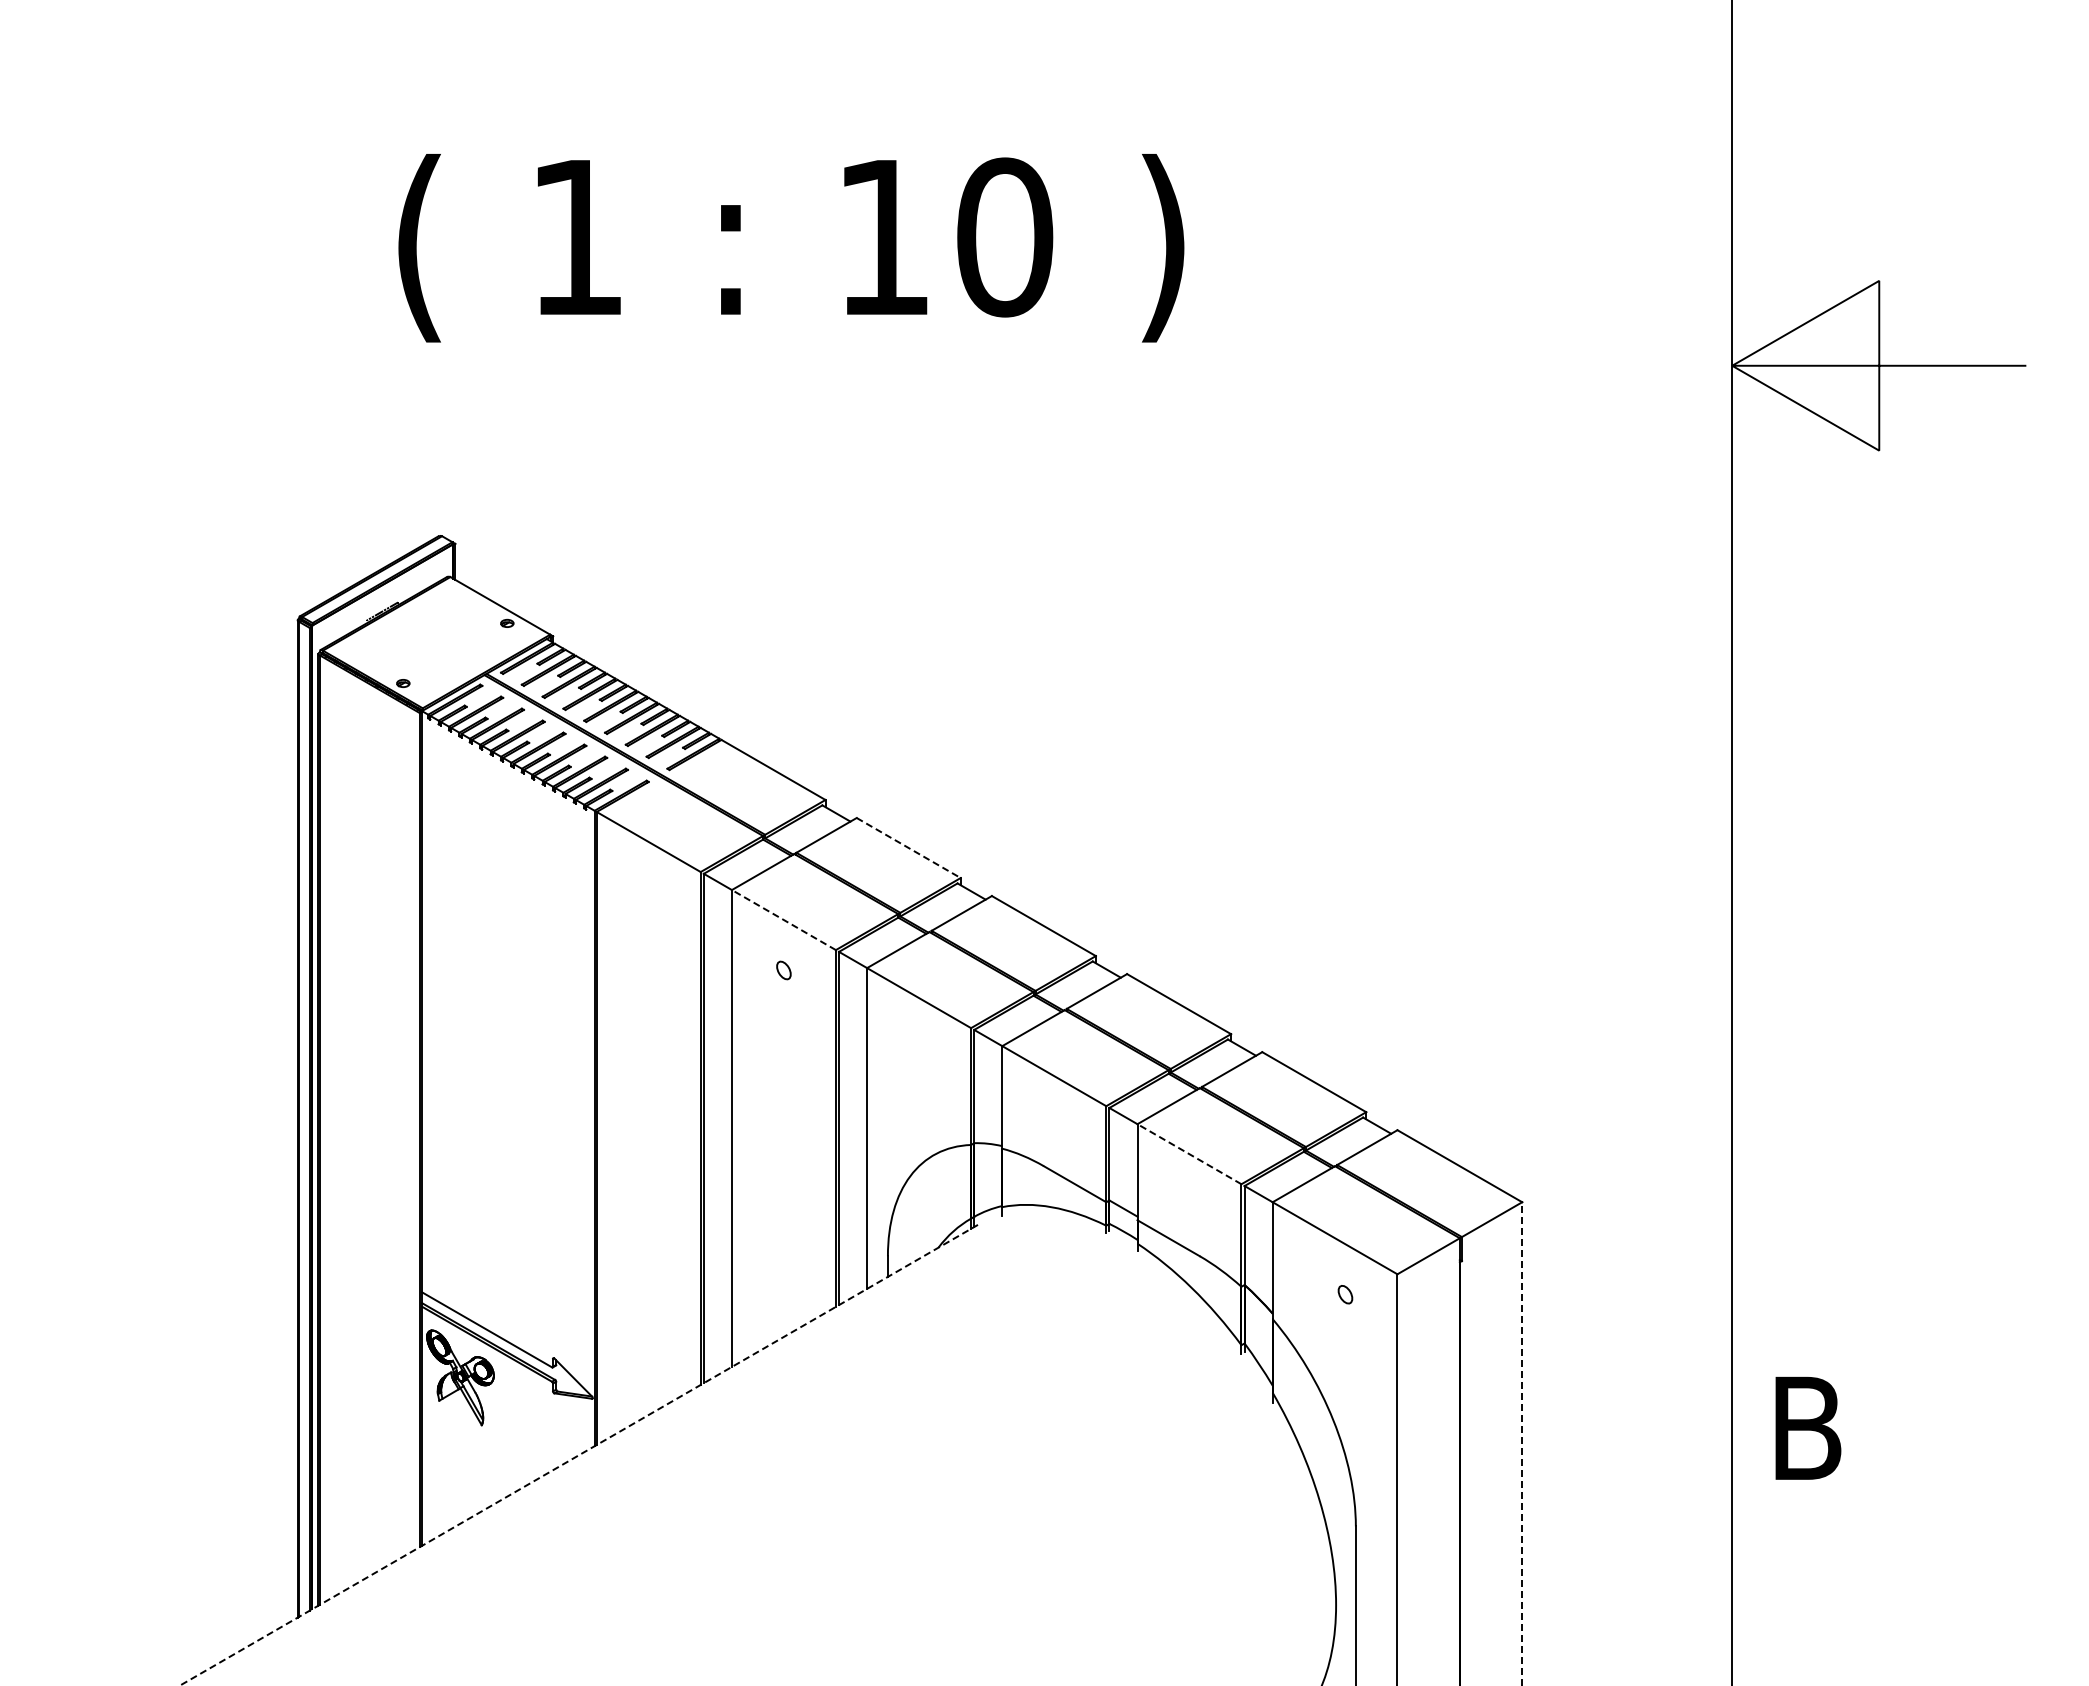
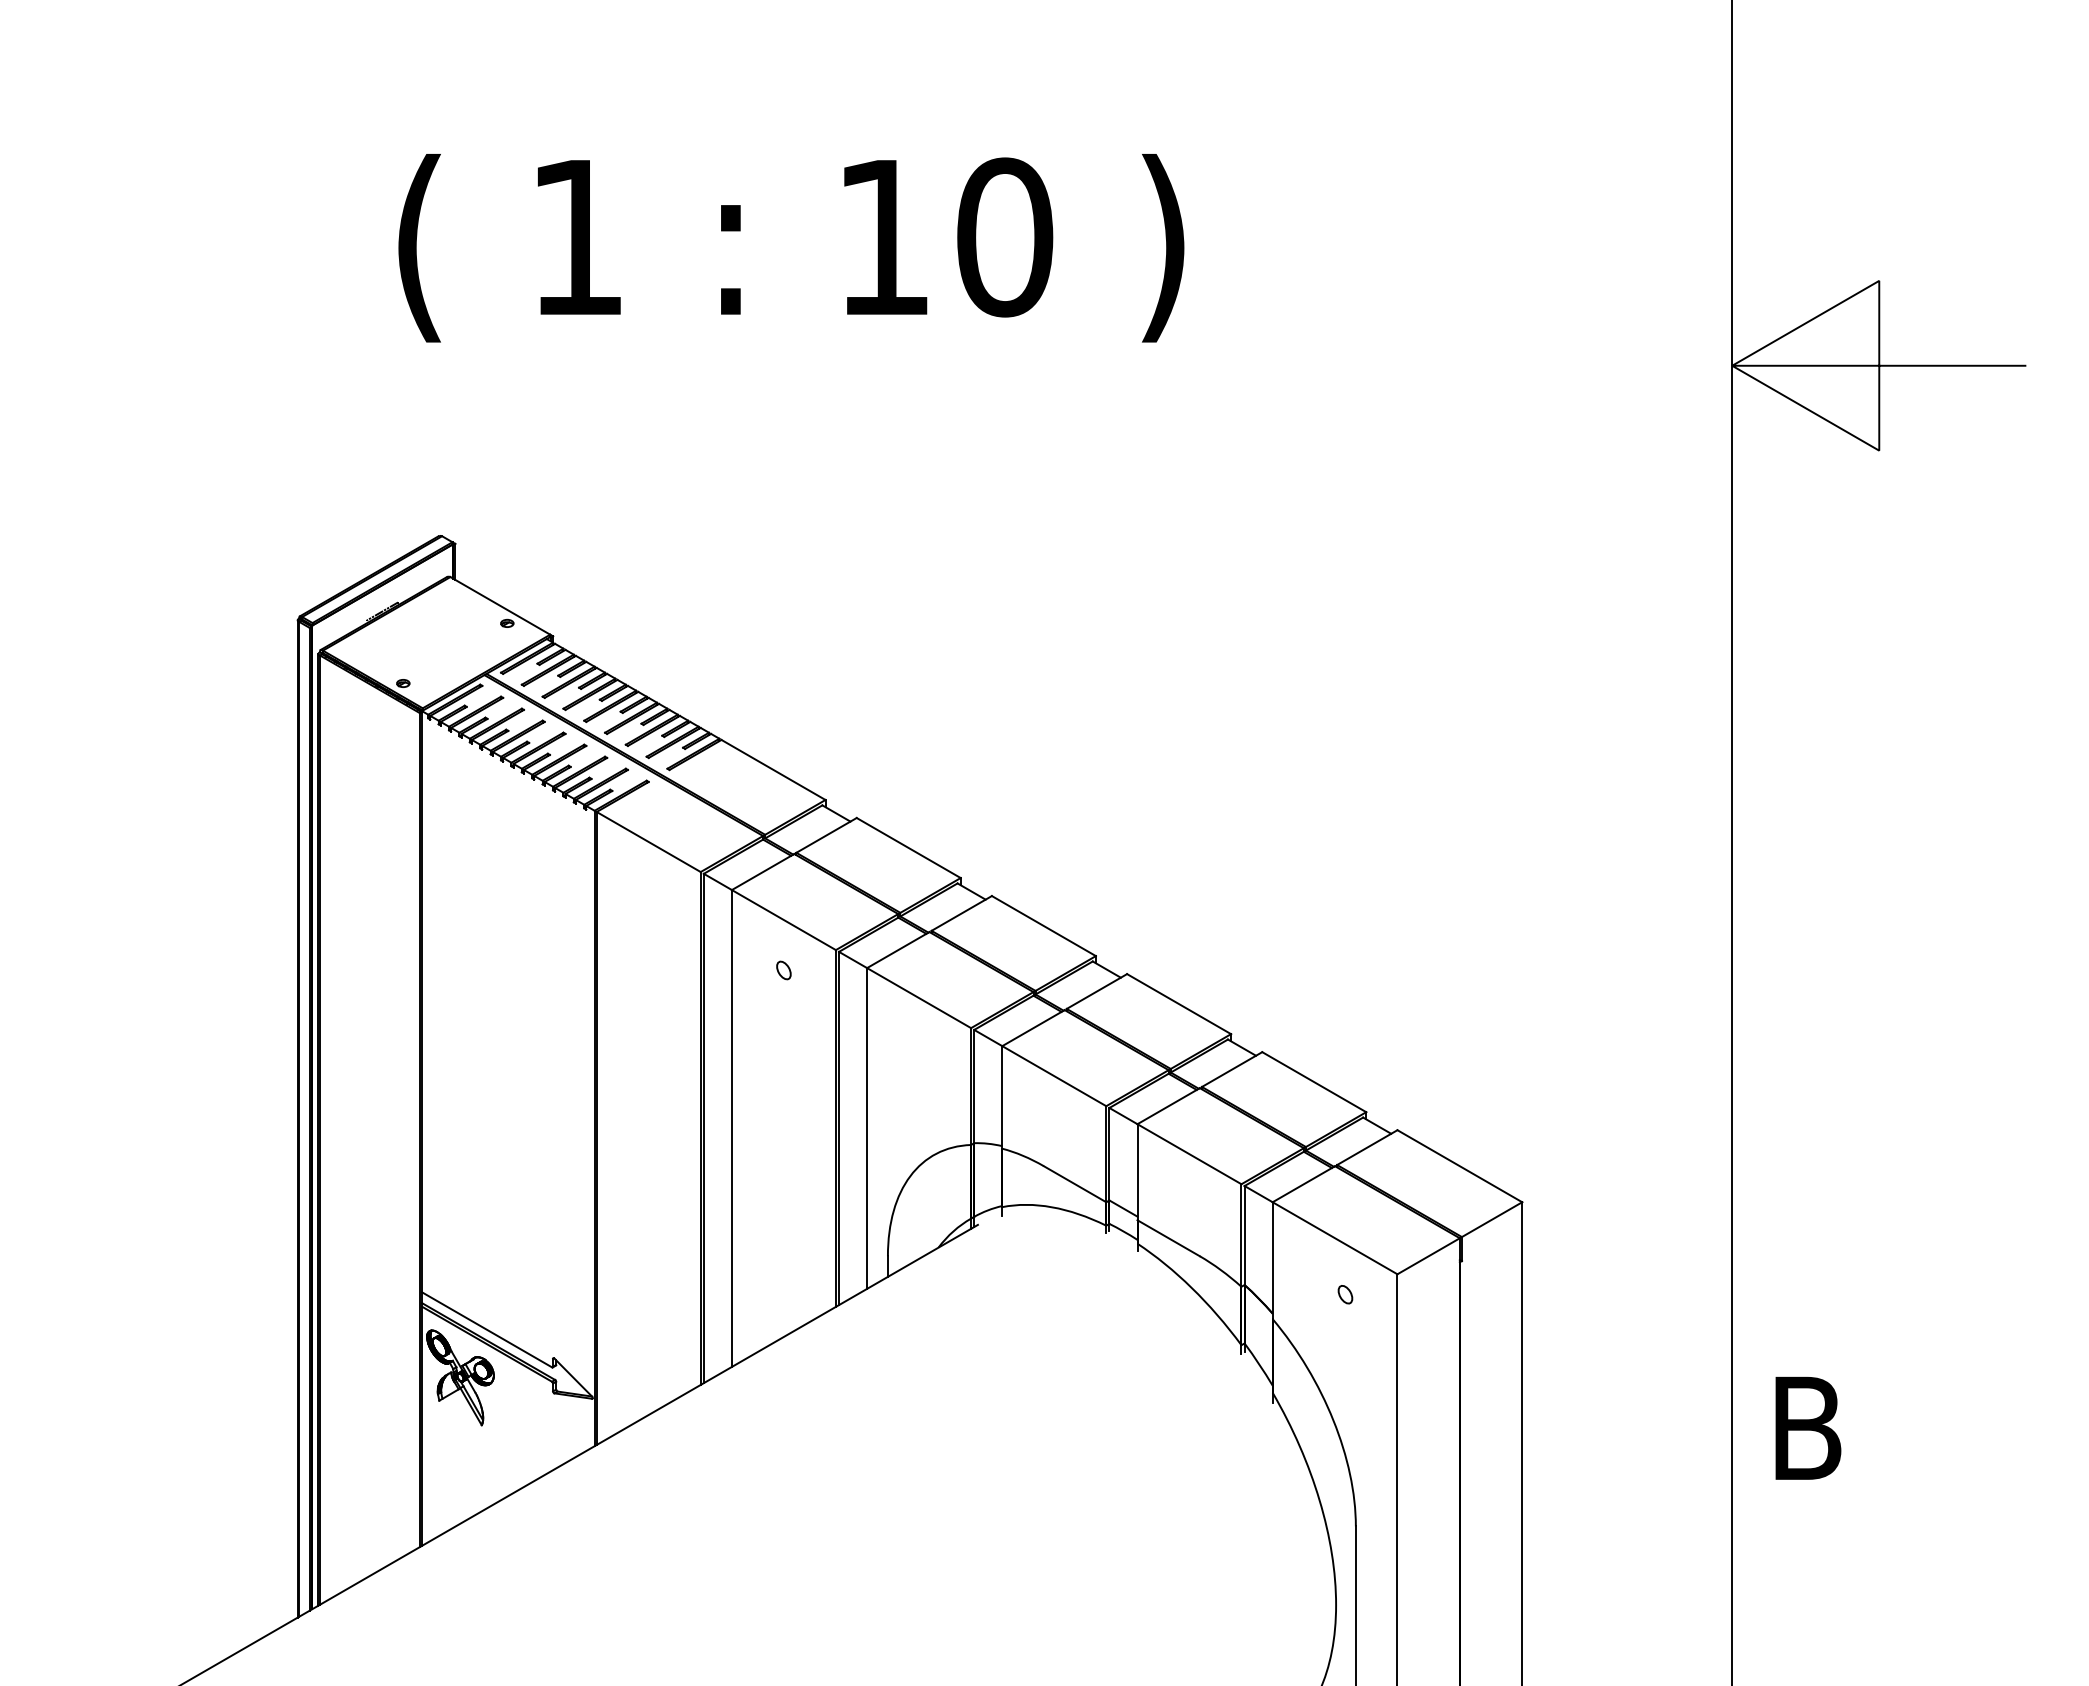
line at (909, 848): dashed -> solid
line at (783, 919): dashed -> solid
line at (1189, 1153): dashed -> solid
line at (1522, 1443): dashed -> solid
line at (578, 1455): dashed -> solid
